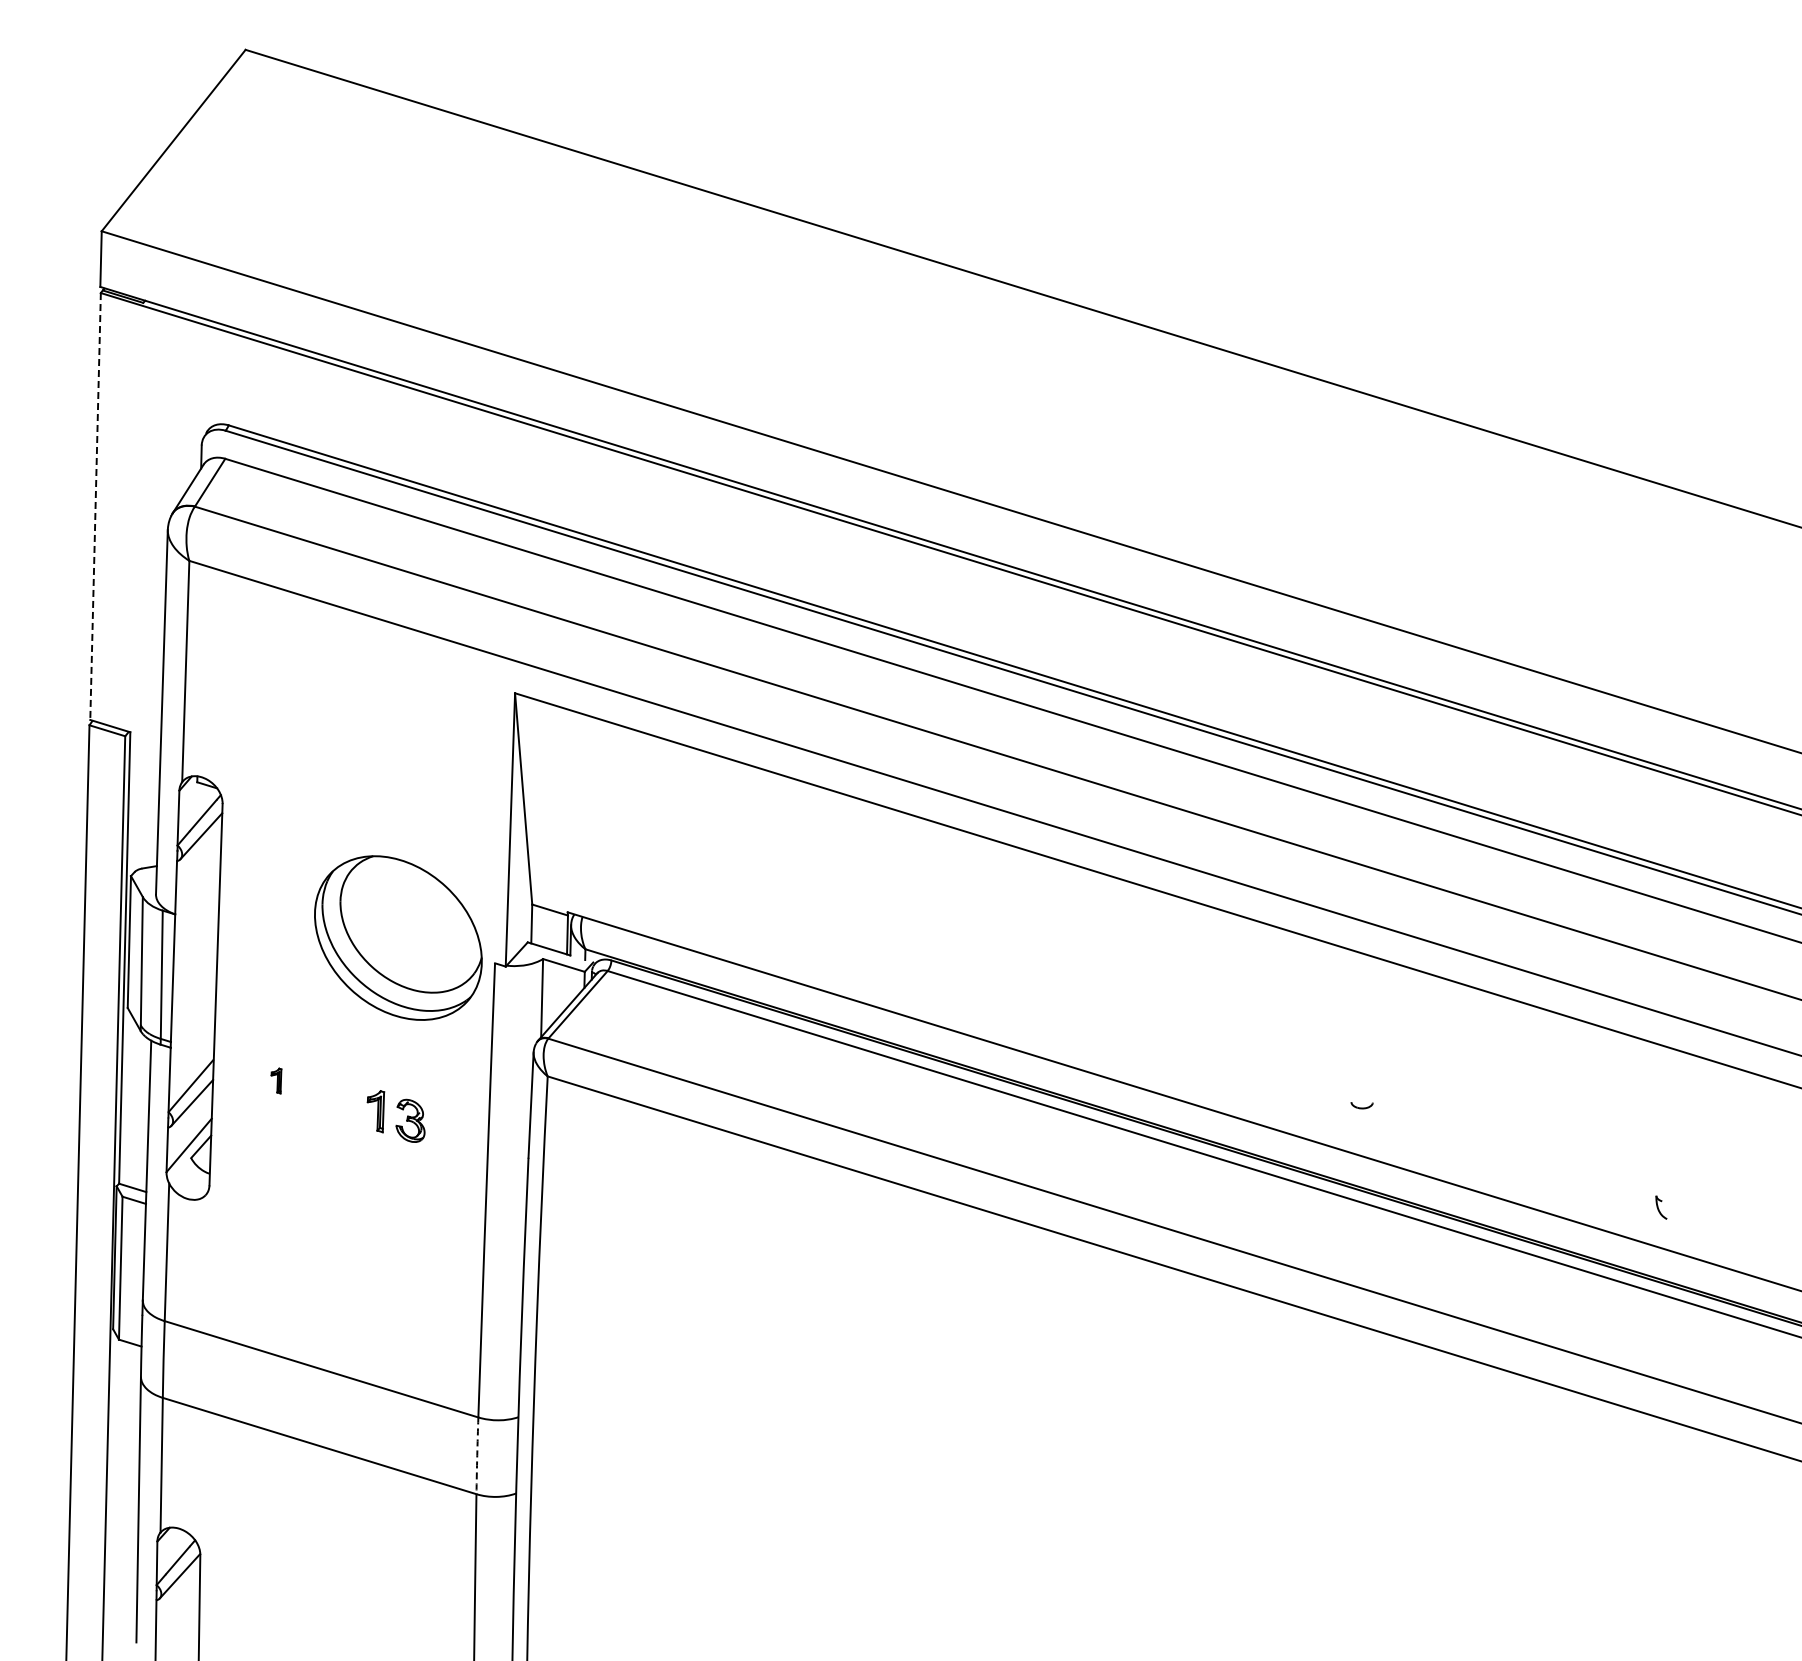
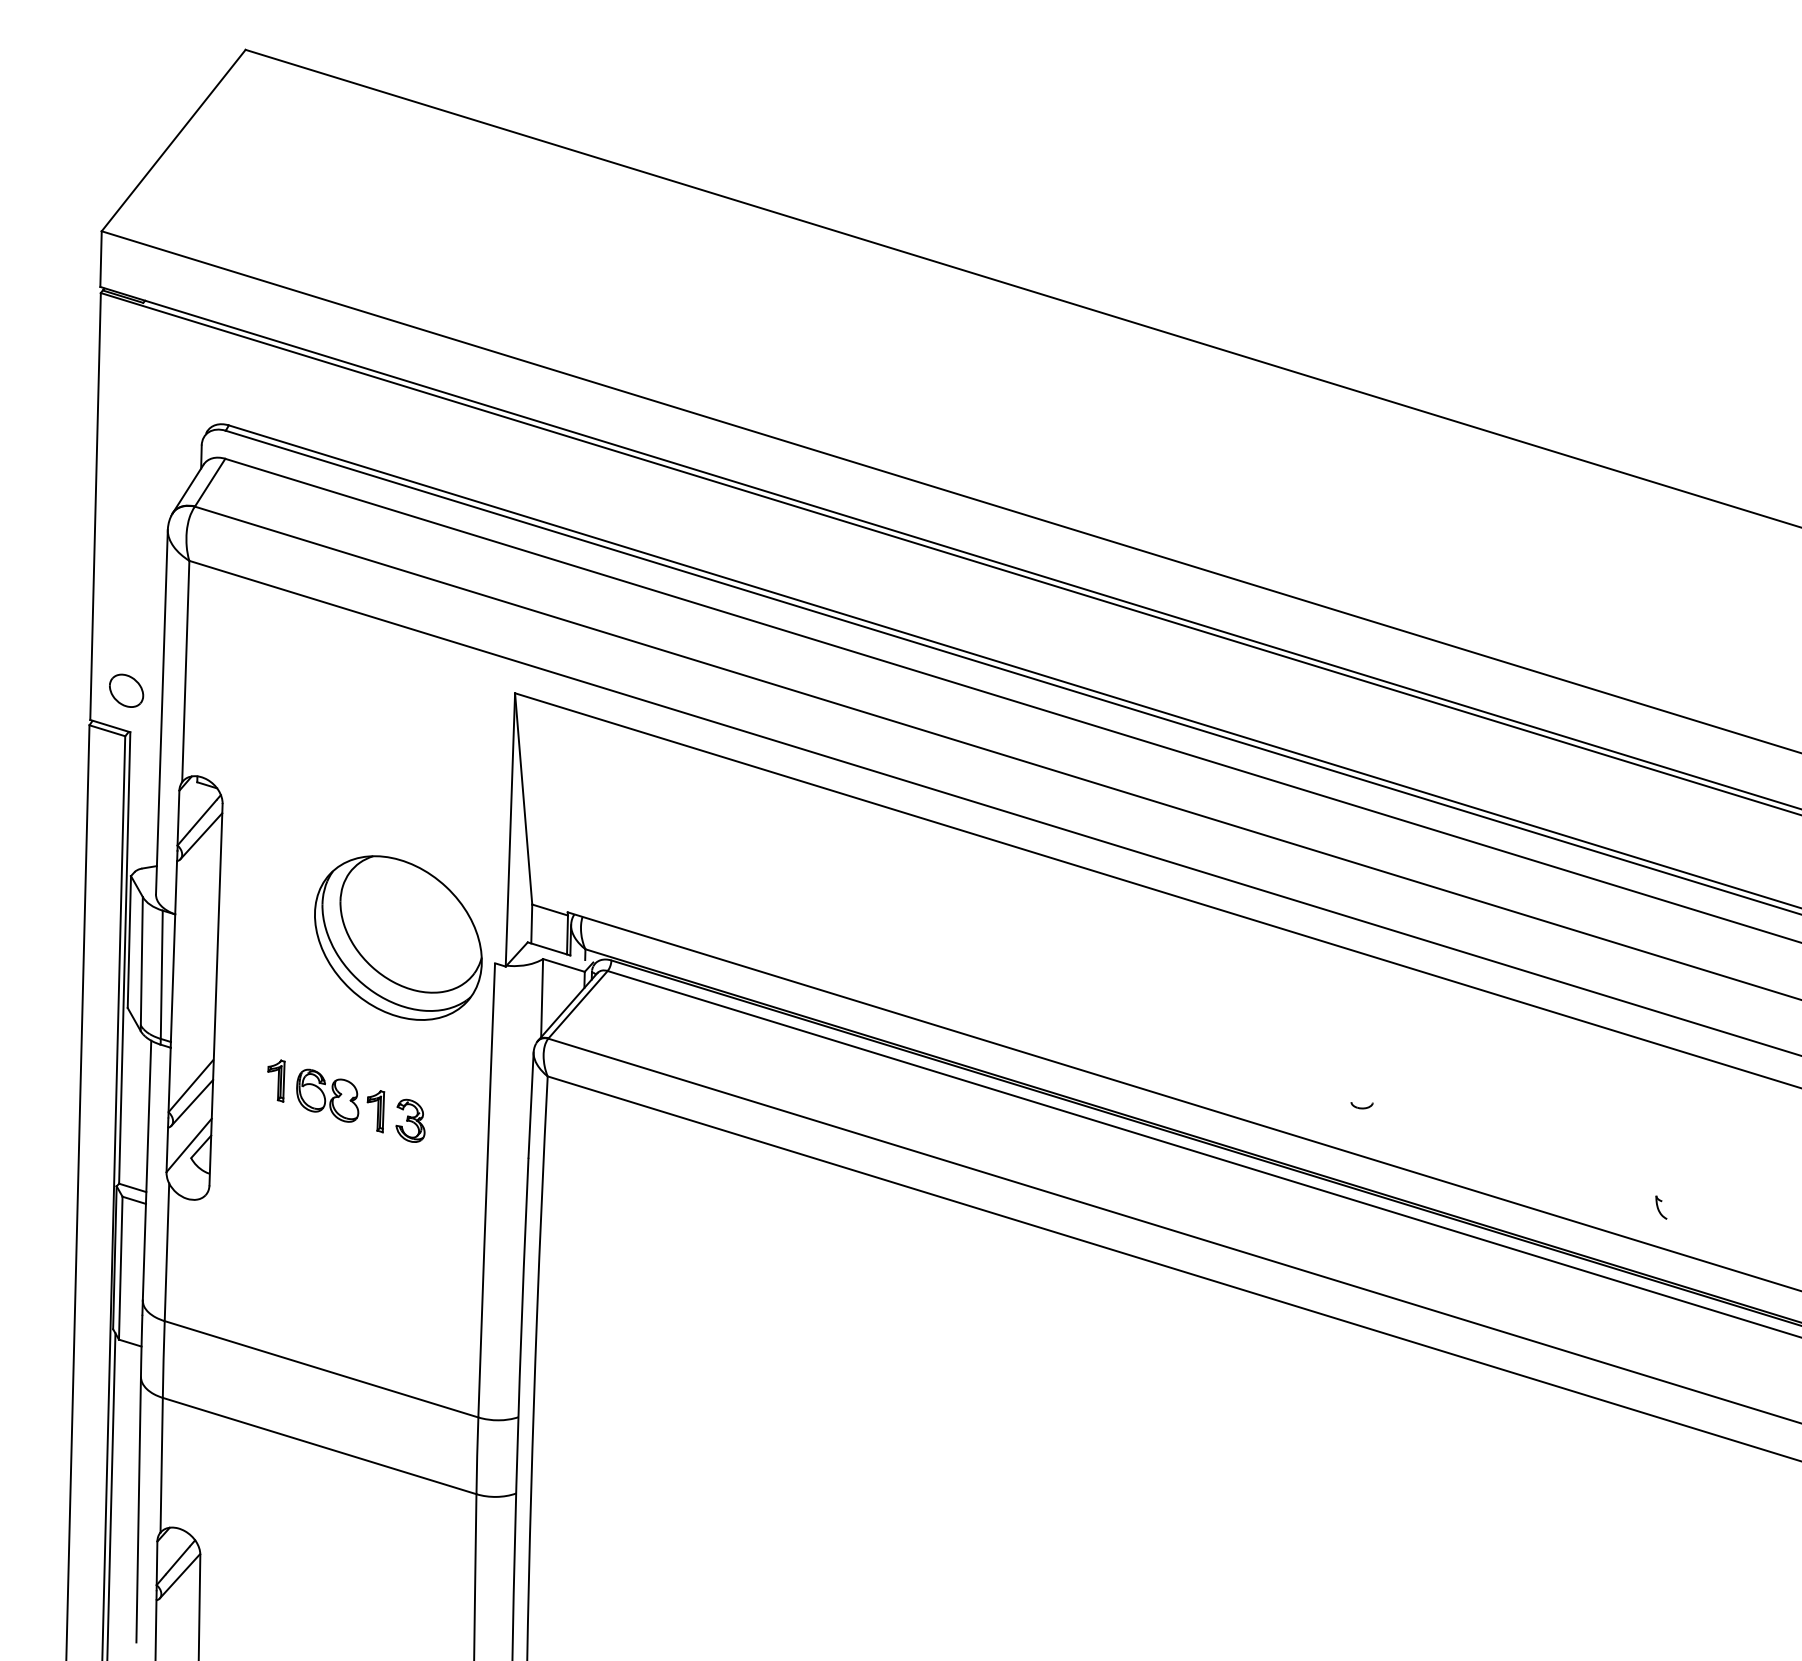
line at (95, 506): dashed -> solid
part at (126, 690): none -> present
part at (276, 1080) size: 13x28 px -> 19x44 px
part at (327, 1095): none -> present
arc at (477, 1455): dashed -> solid
line at (111, 1495): none -> present
